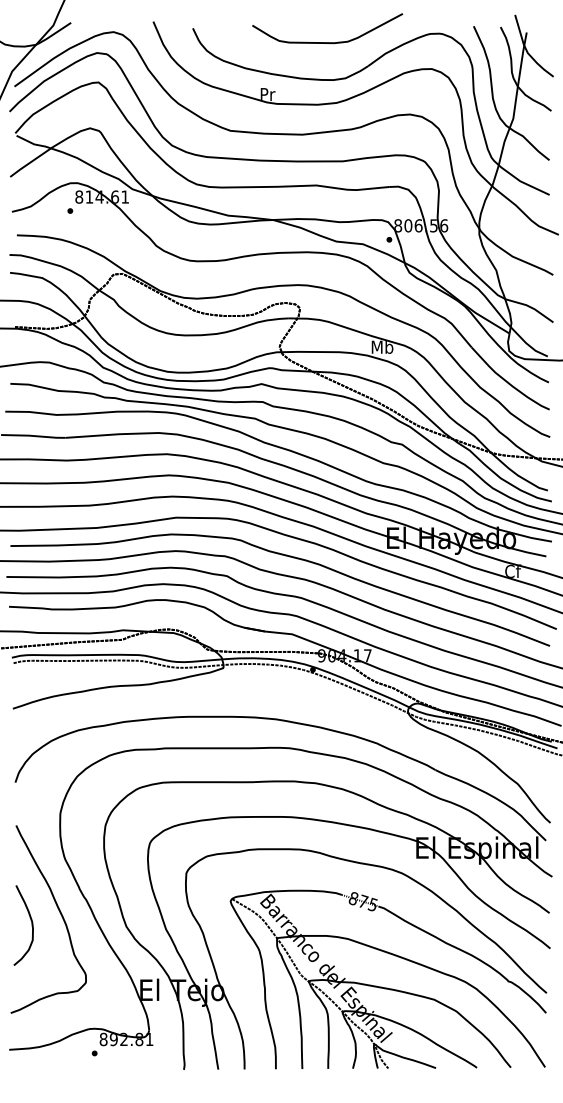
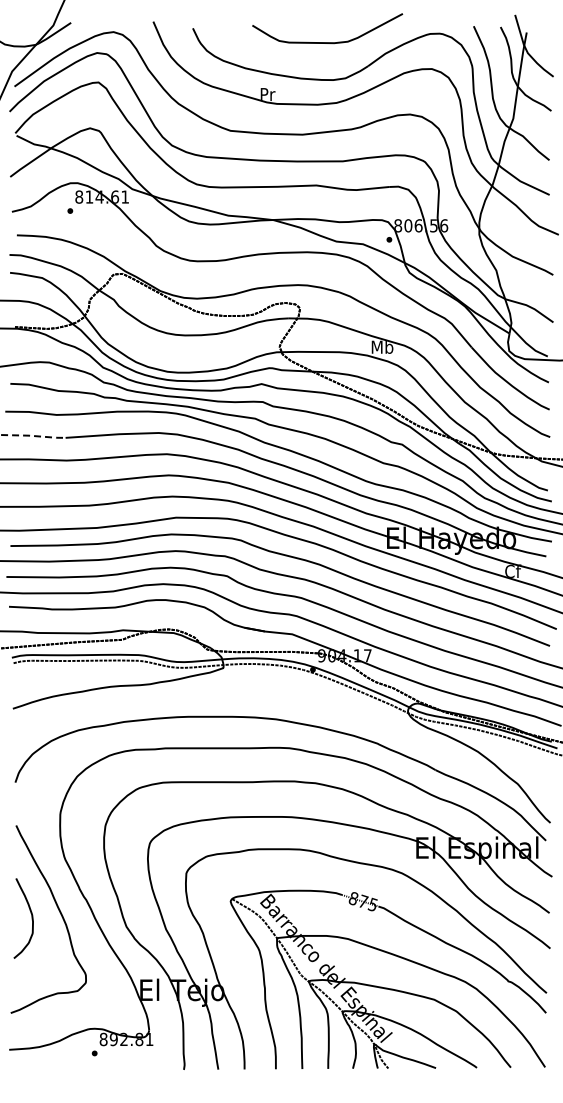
line at (33, 436): solid -> dashed
curve at (31, 925) position: (31, 925) -> (31, 918)
